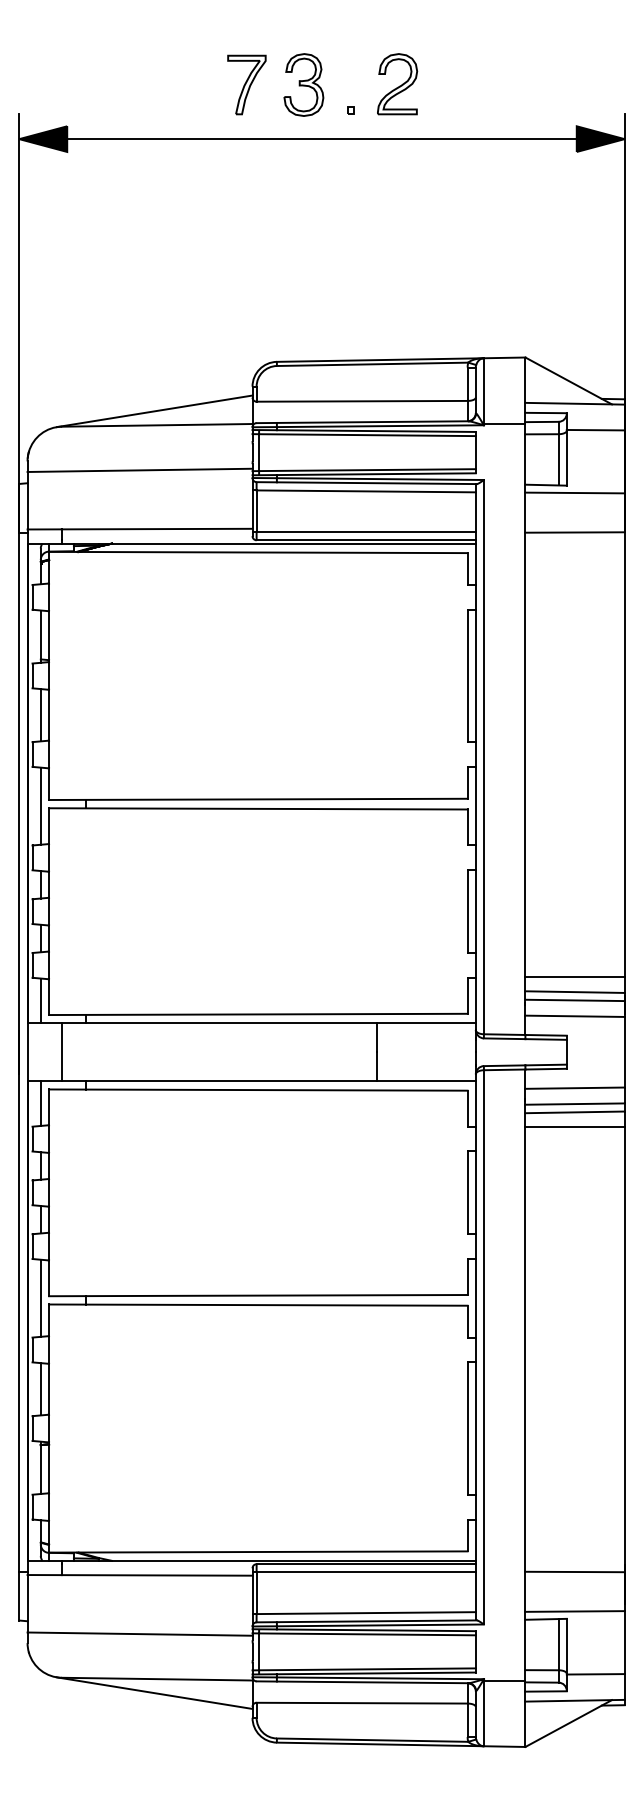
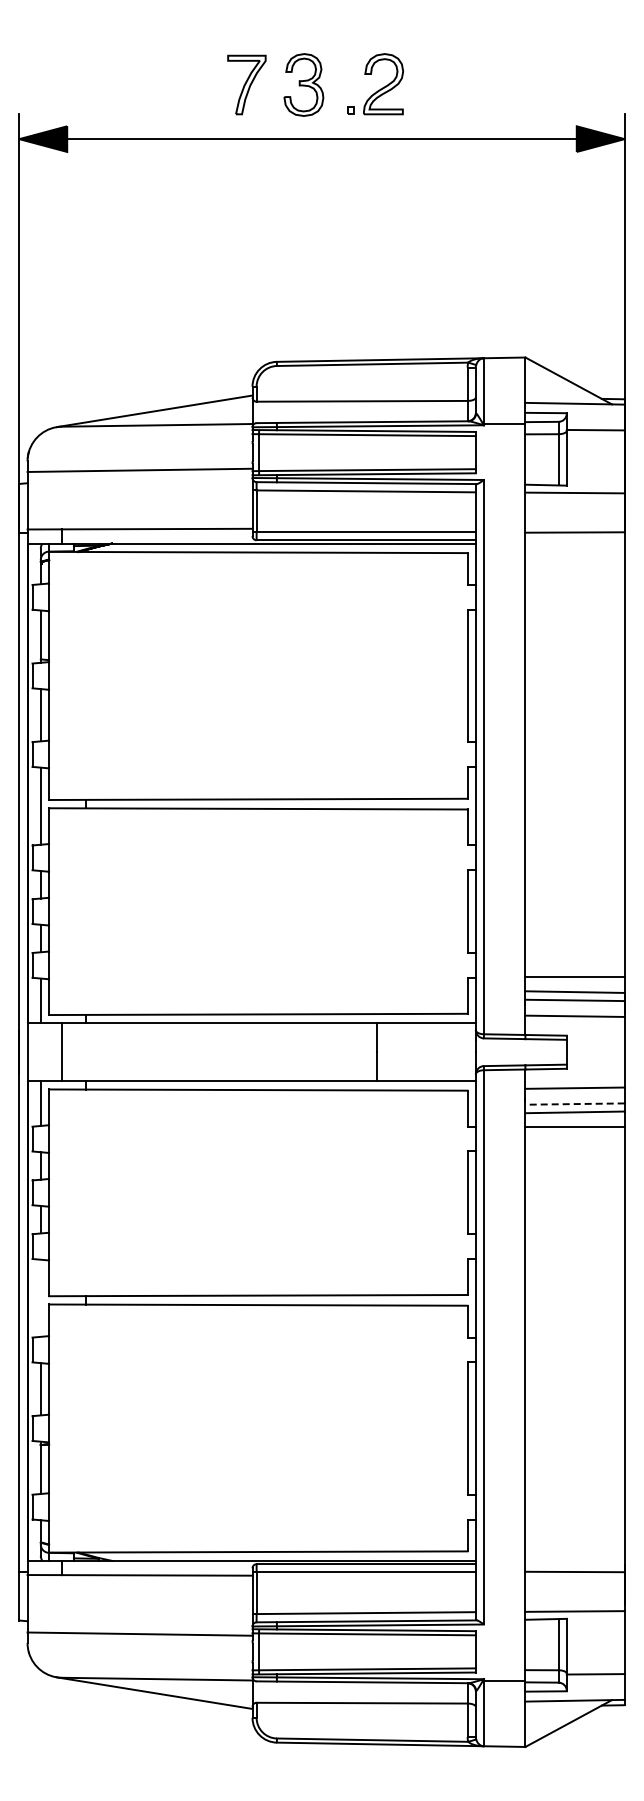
part at (397, 84) position: (397, 84) -> (383, 84)
line at (575, 1104): solid -> dashed
line at (40, 1297): present -> none
